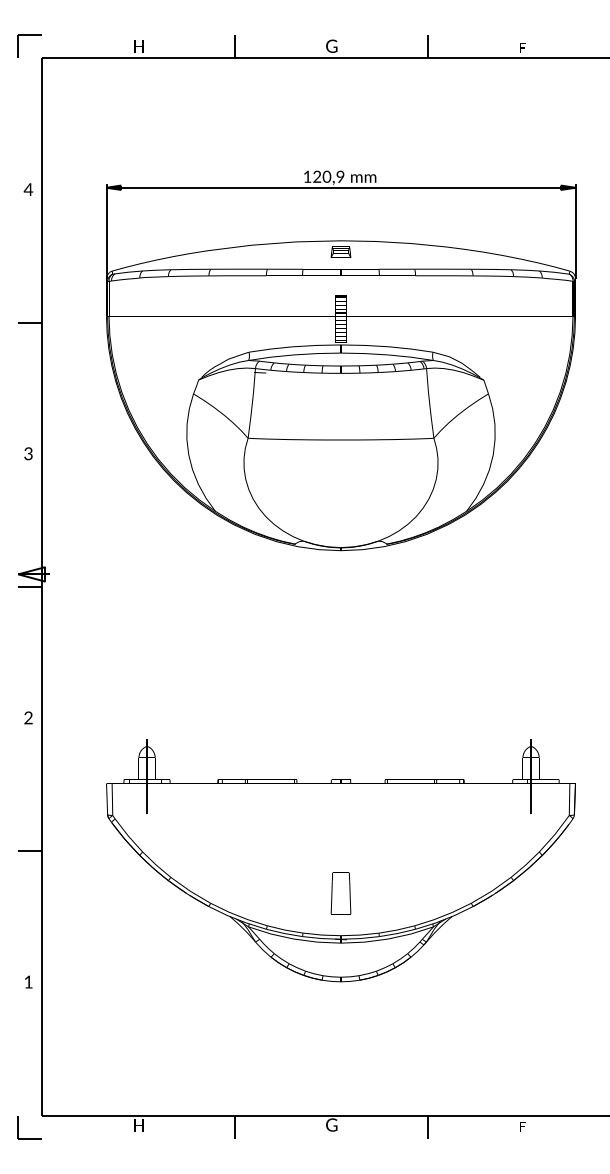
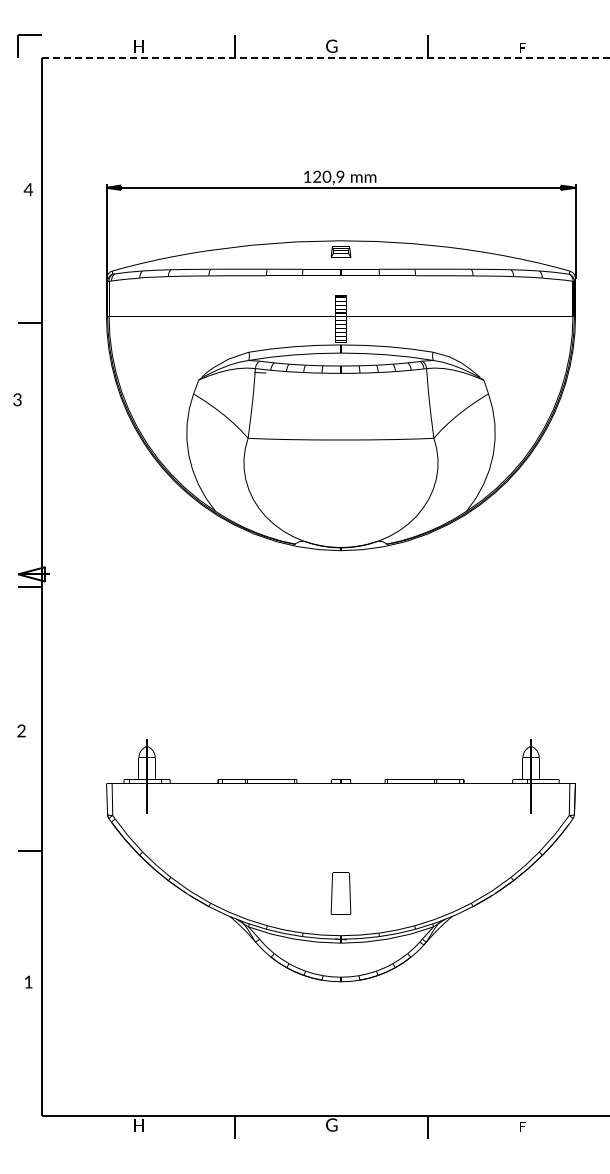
line at (325, 58): solid -> dashed
text at (28, 453) position: (28, 453) -> (17, 399)
text at (28, 717) position: (28, 717) -> (21, 730)
part at (18, 1127): present -> none
